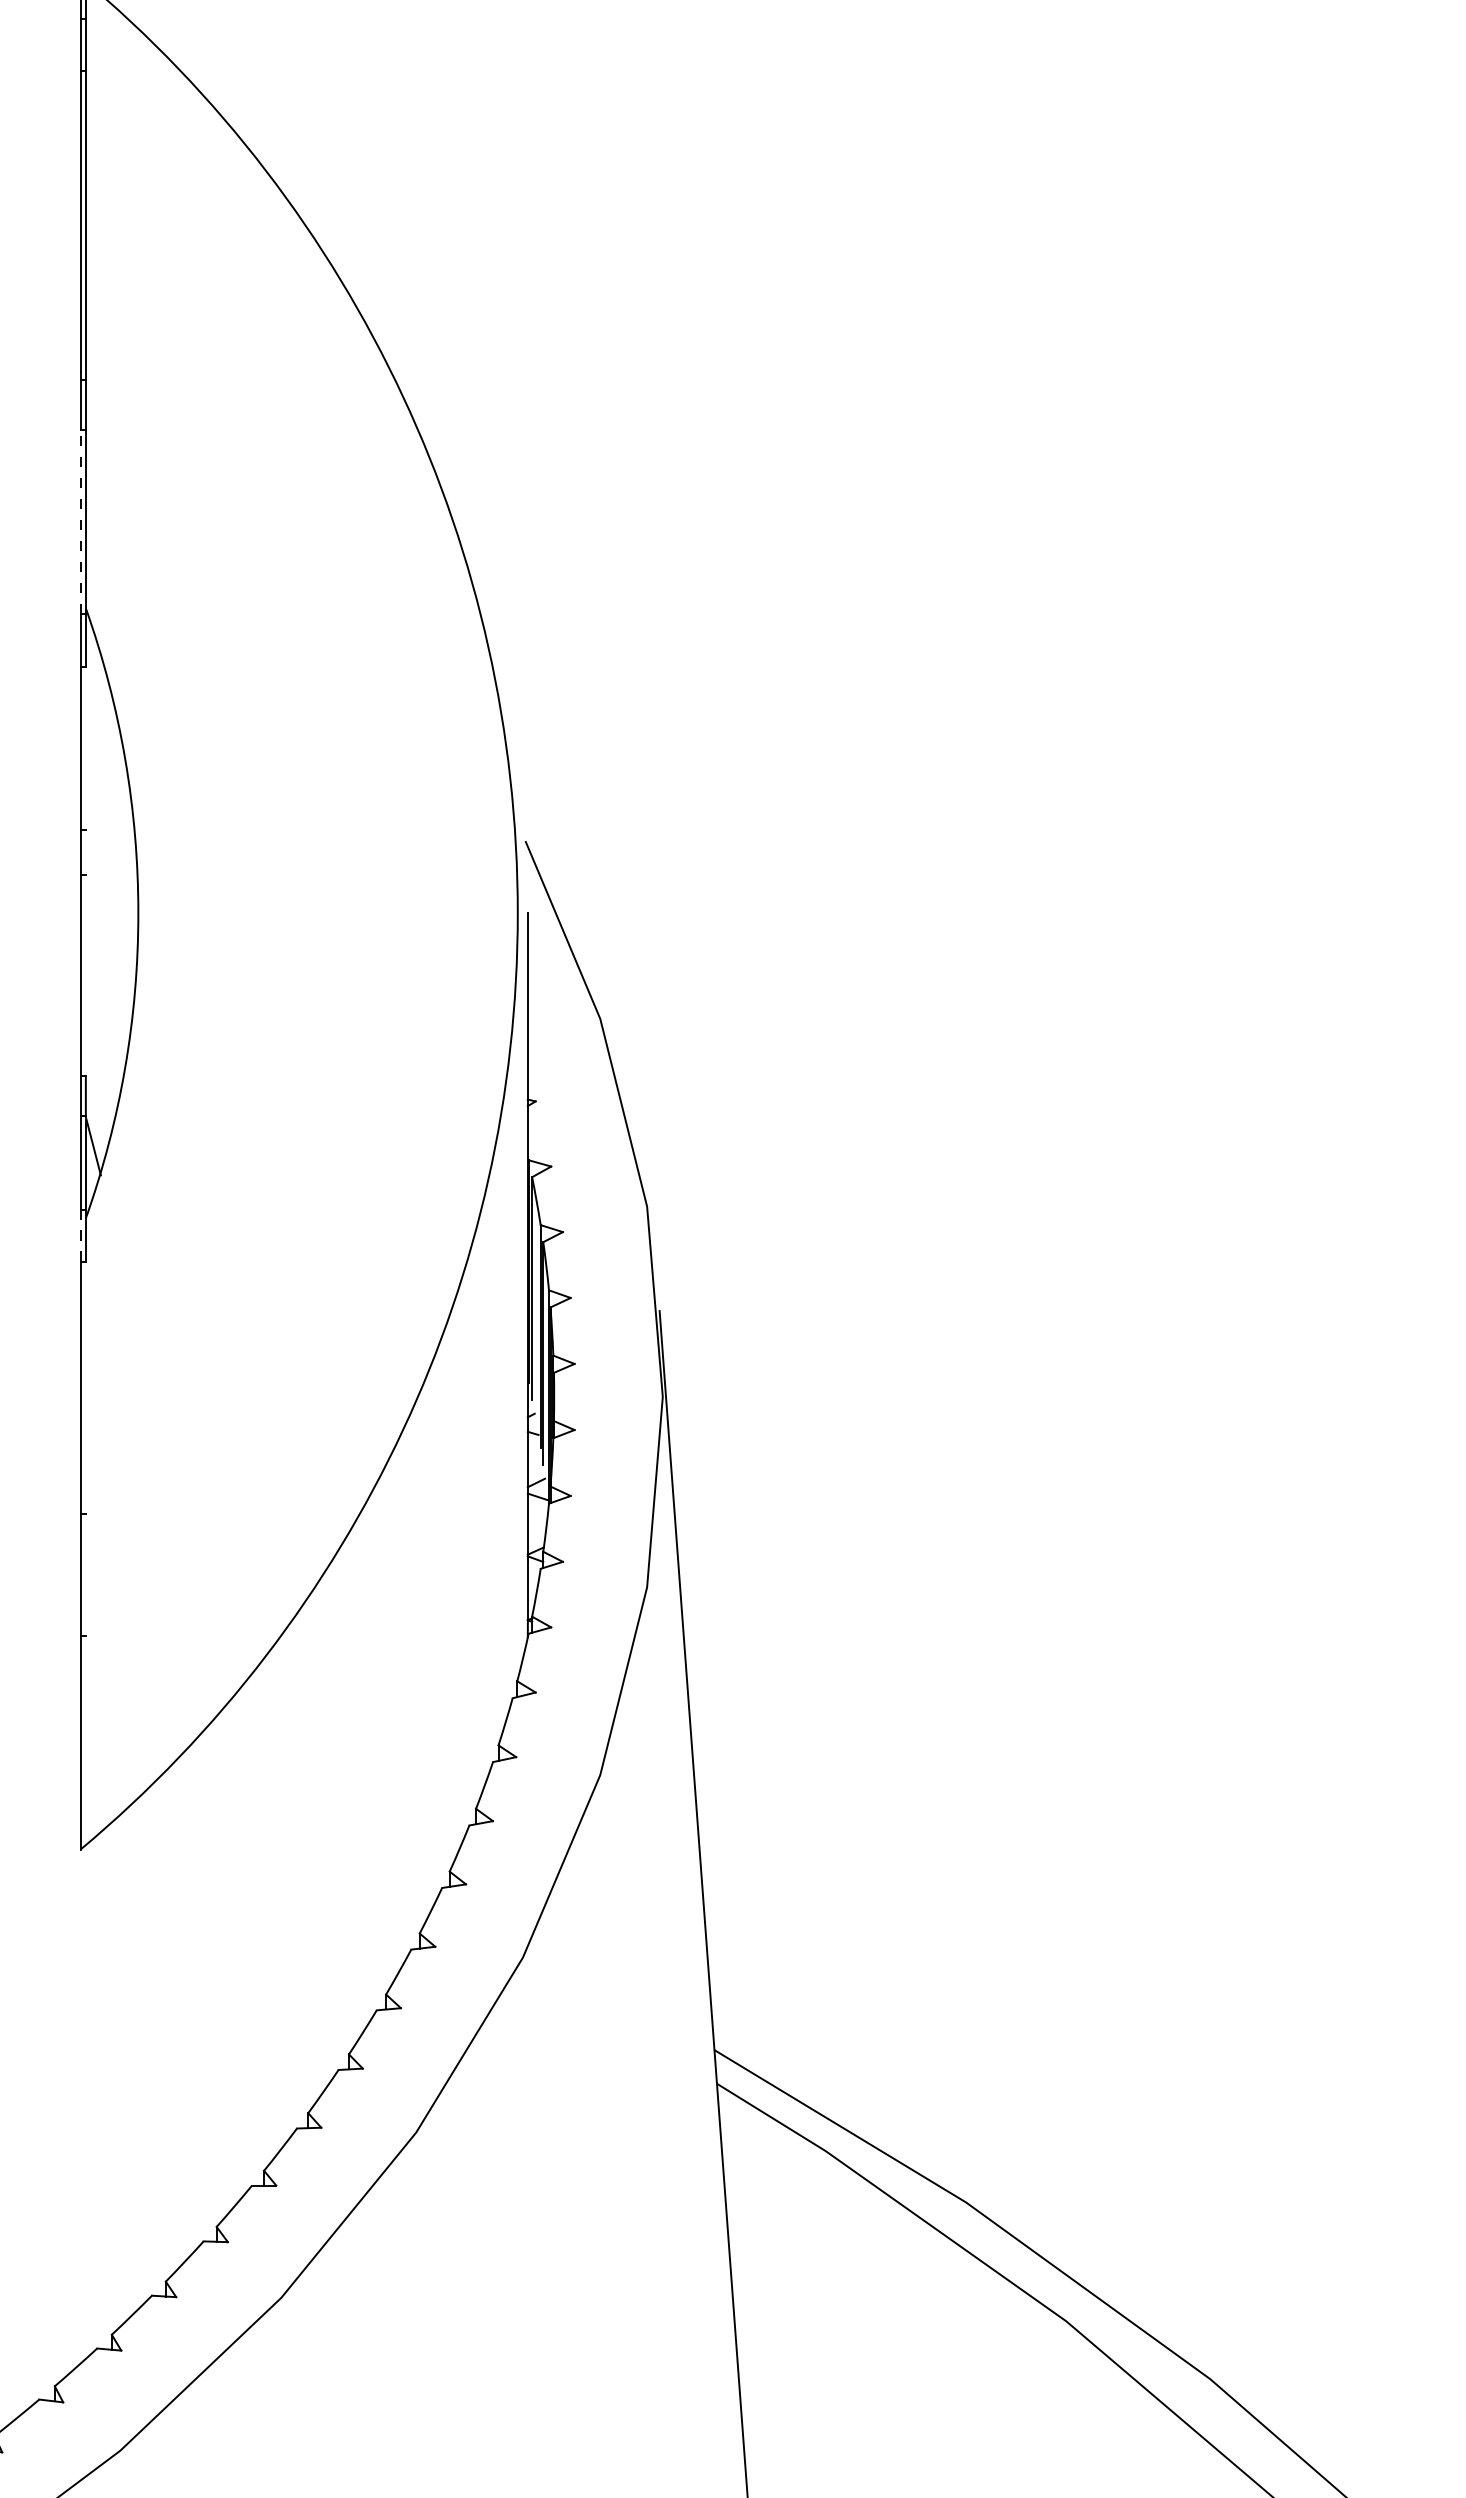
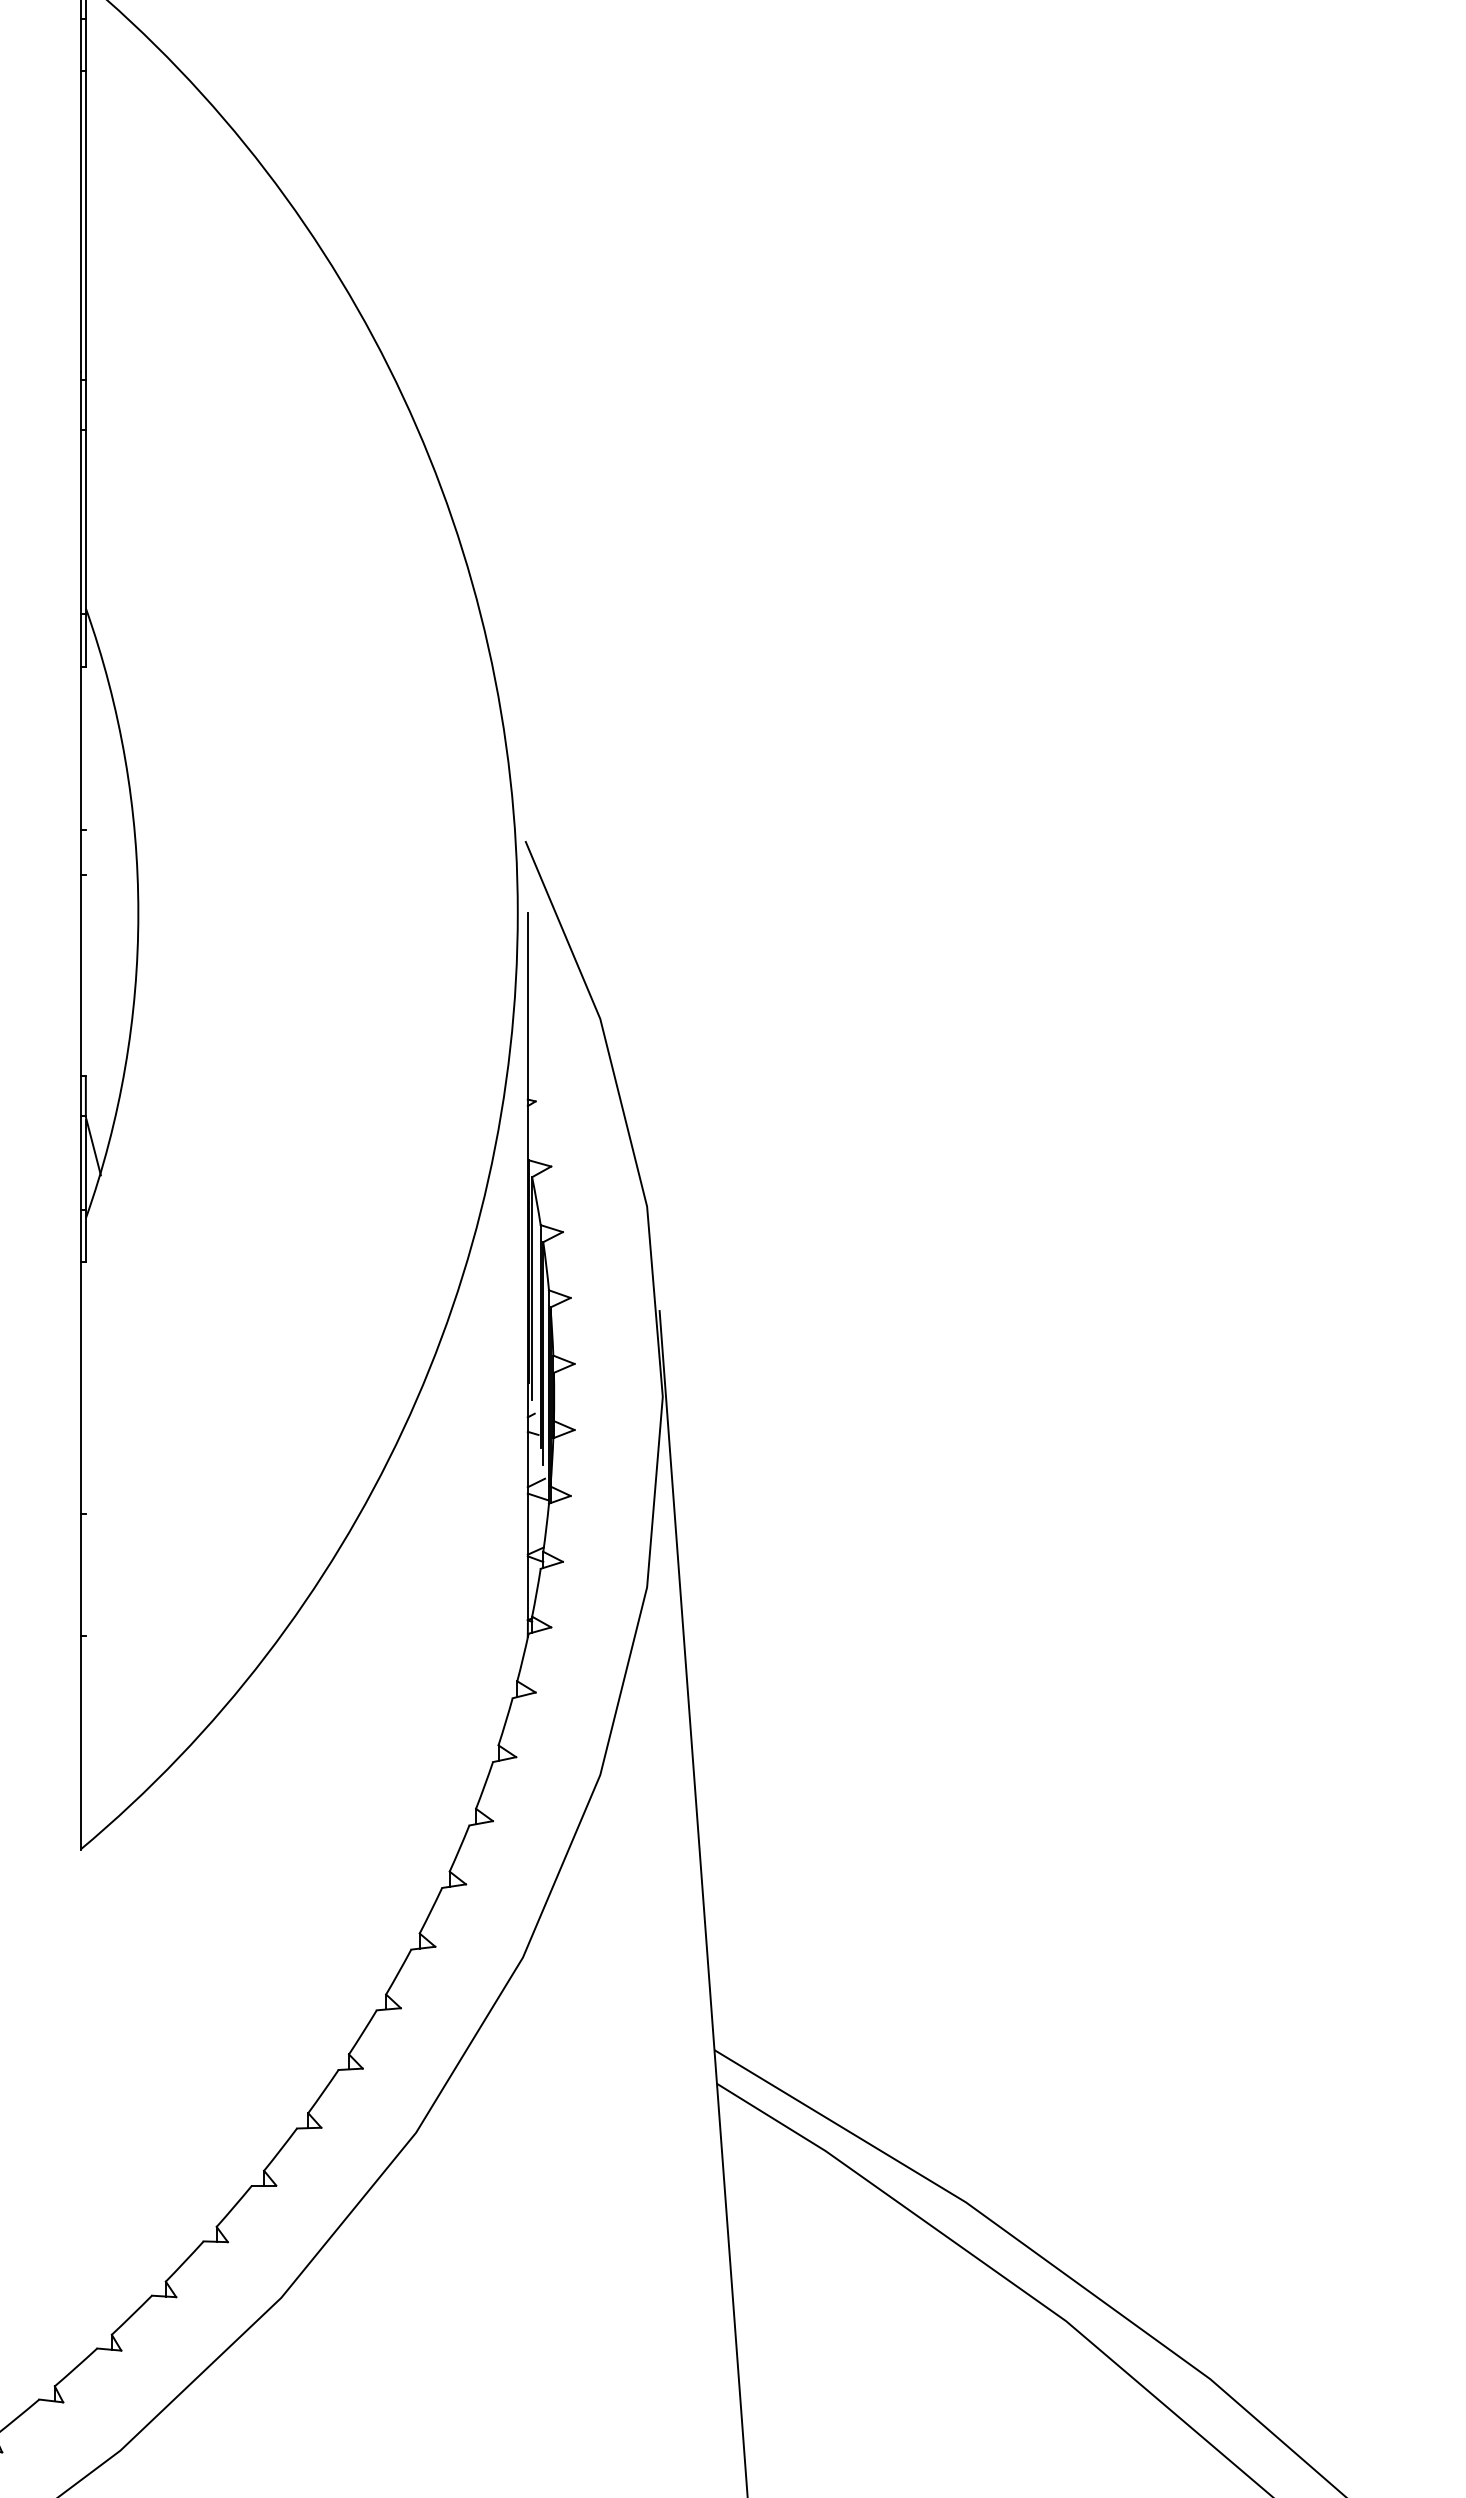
line at (80, 521): dashed -> solid
line at (80, 1235): dashed -> solid
